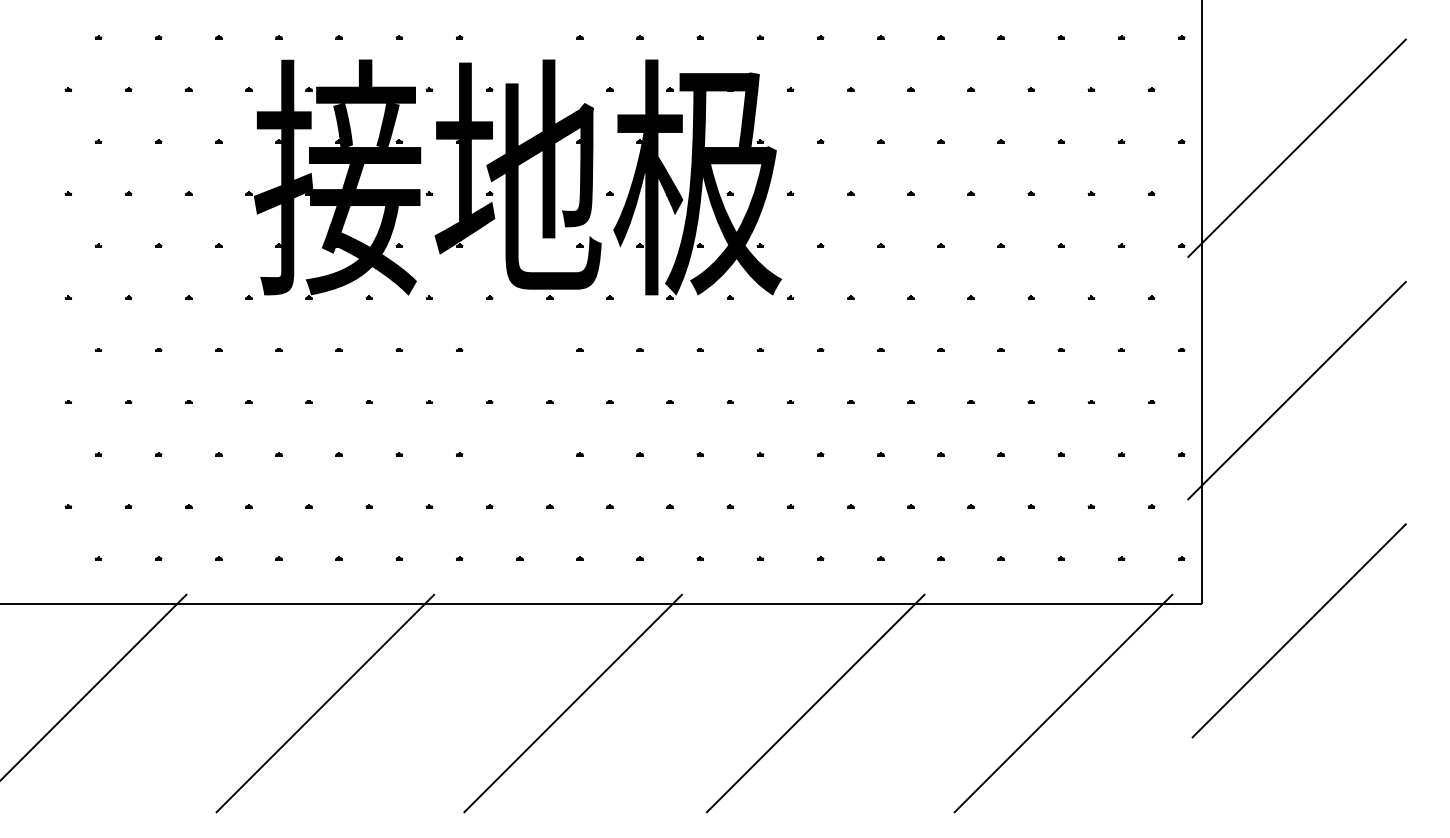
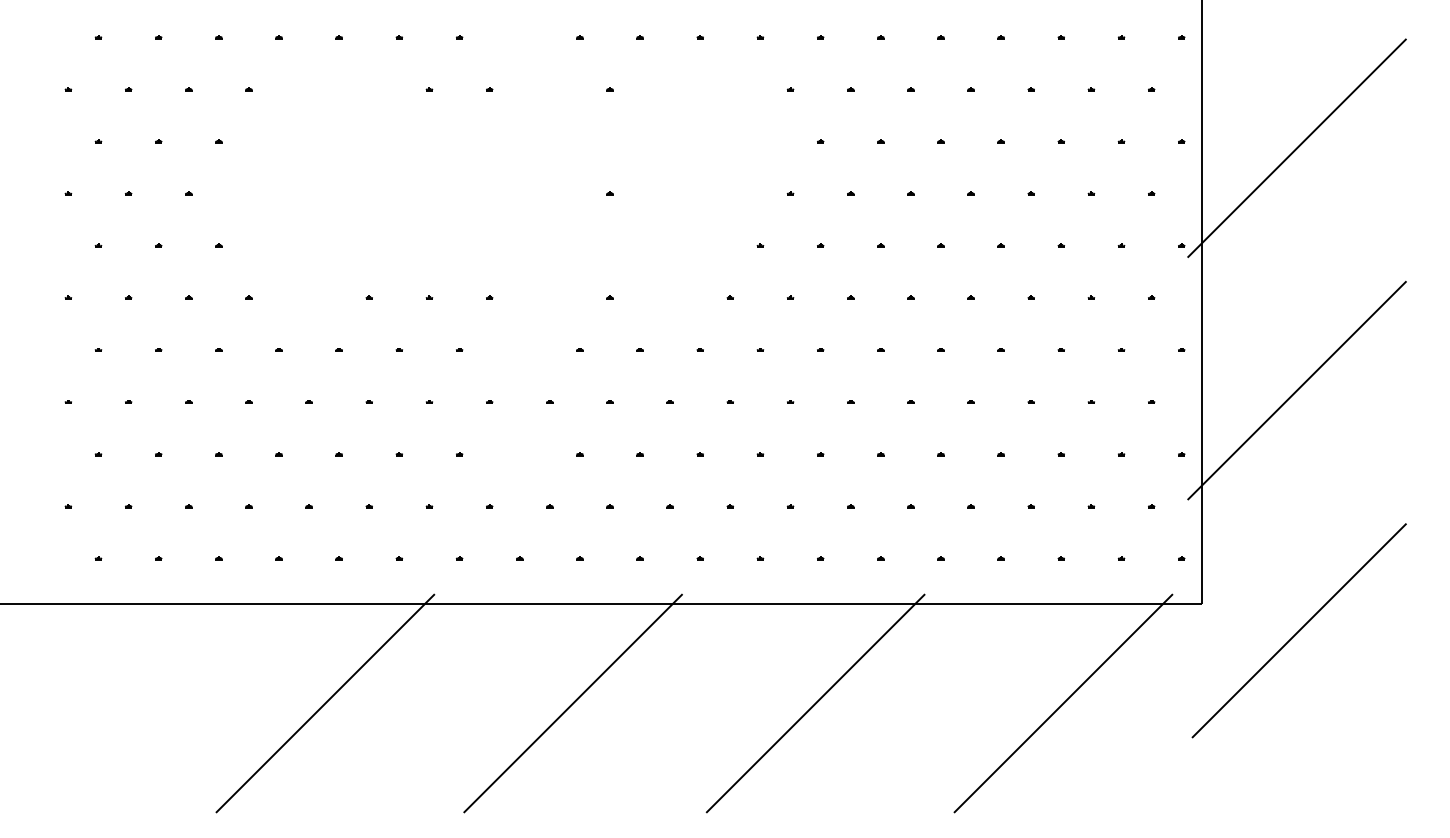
part at (513, 179): present -> none
line at (94, 686): present -> none
